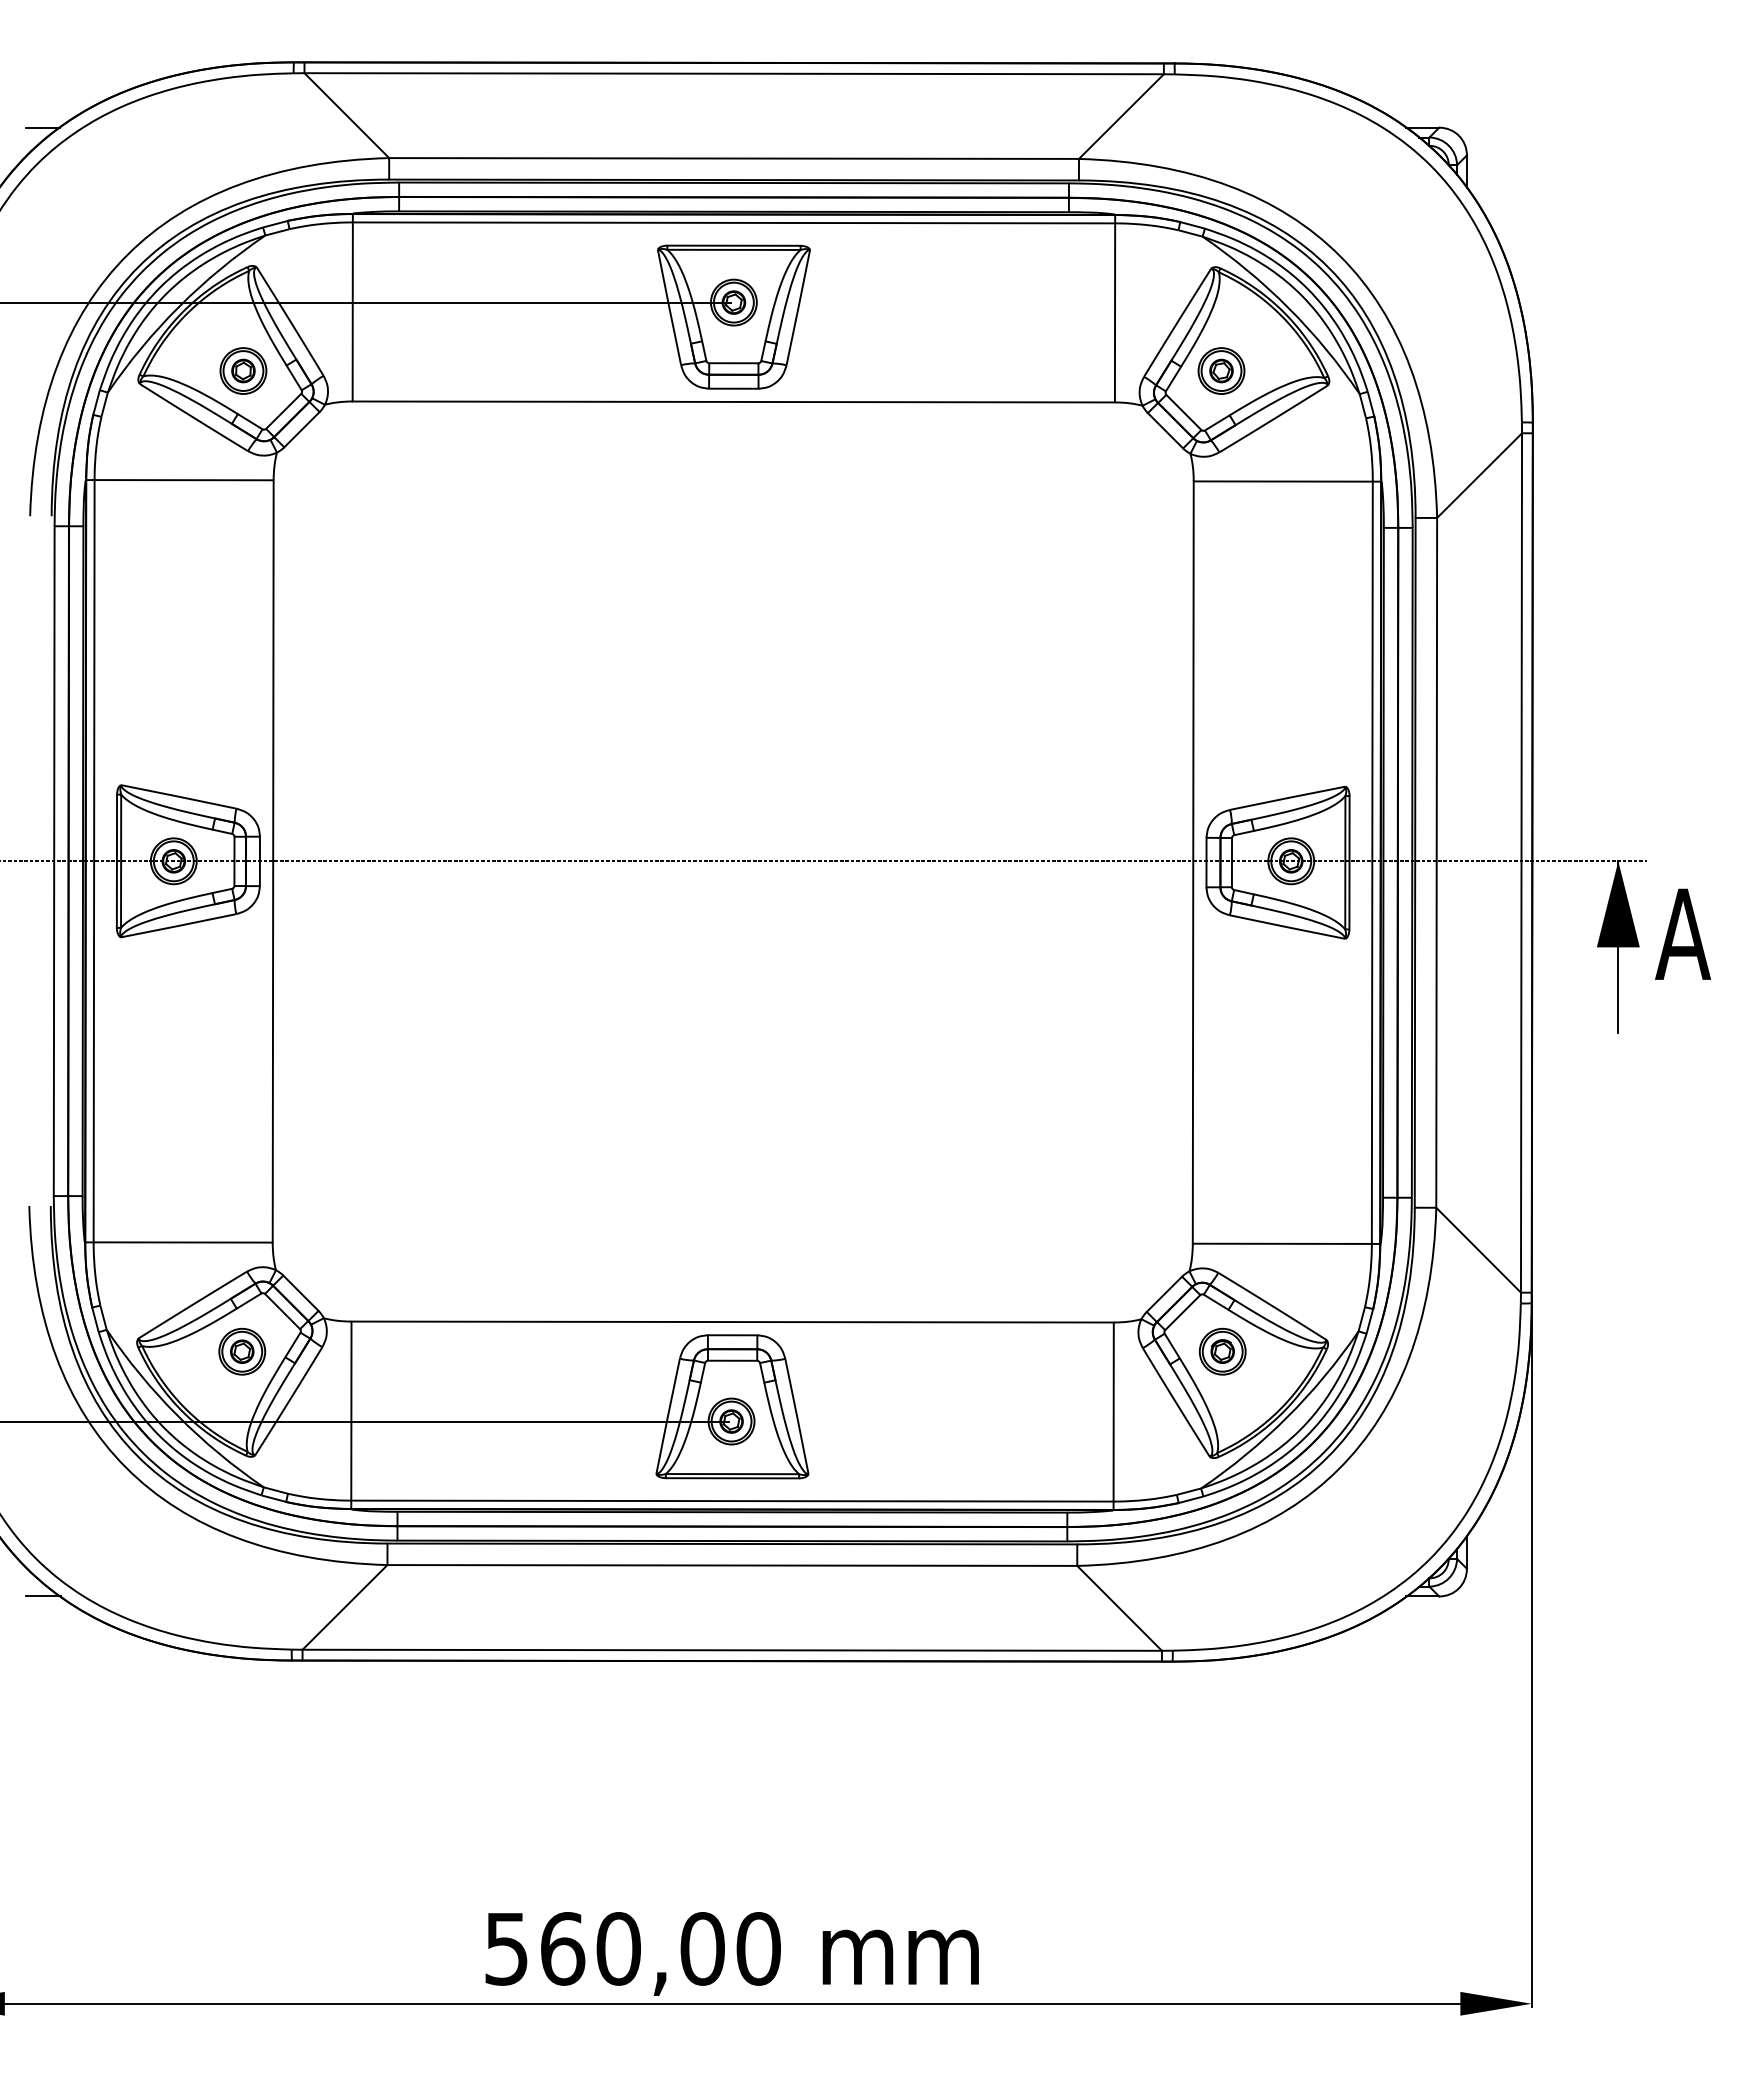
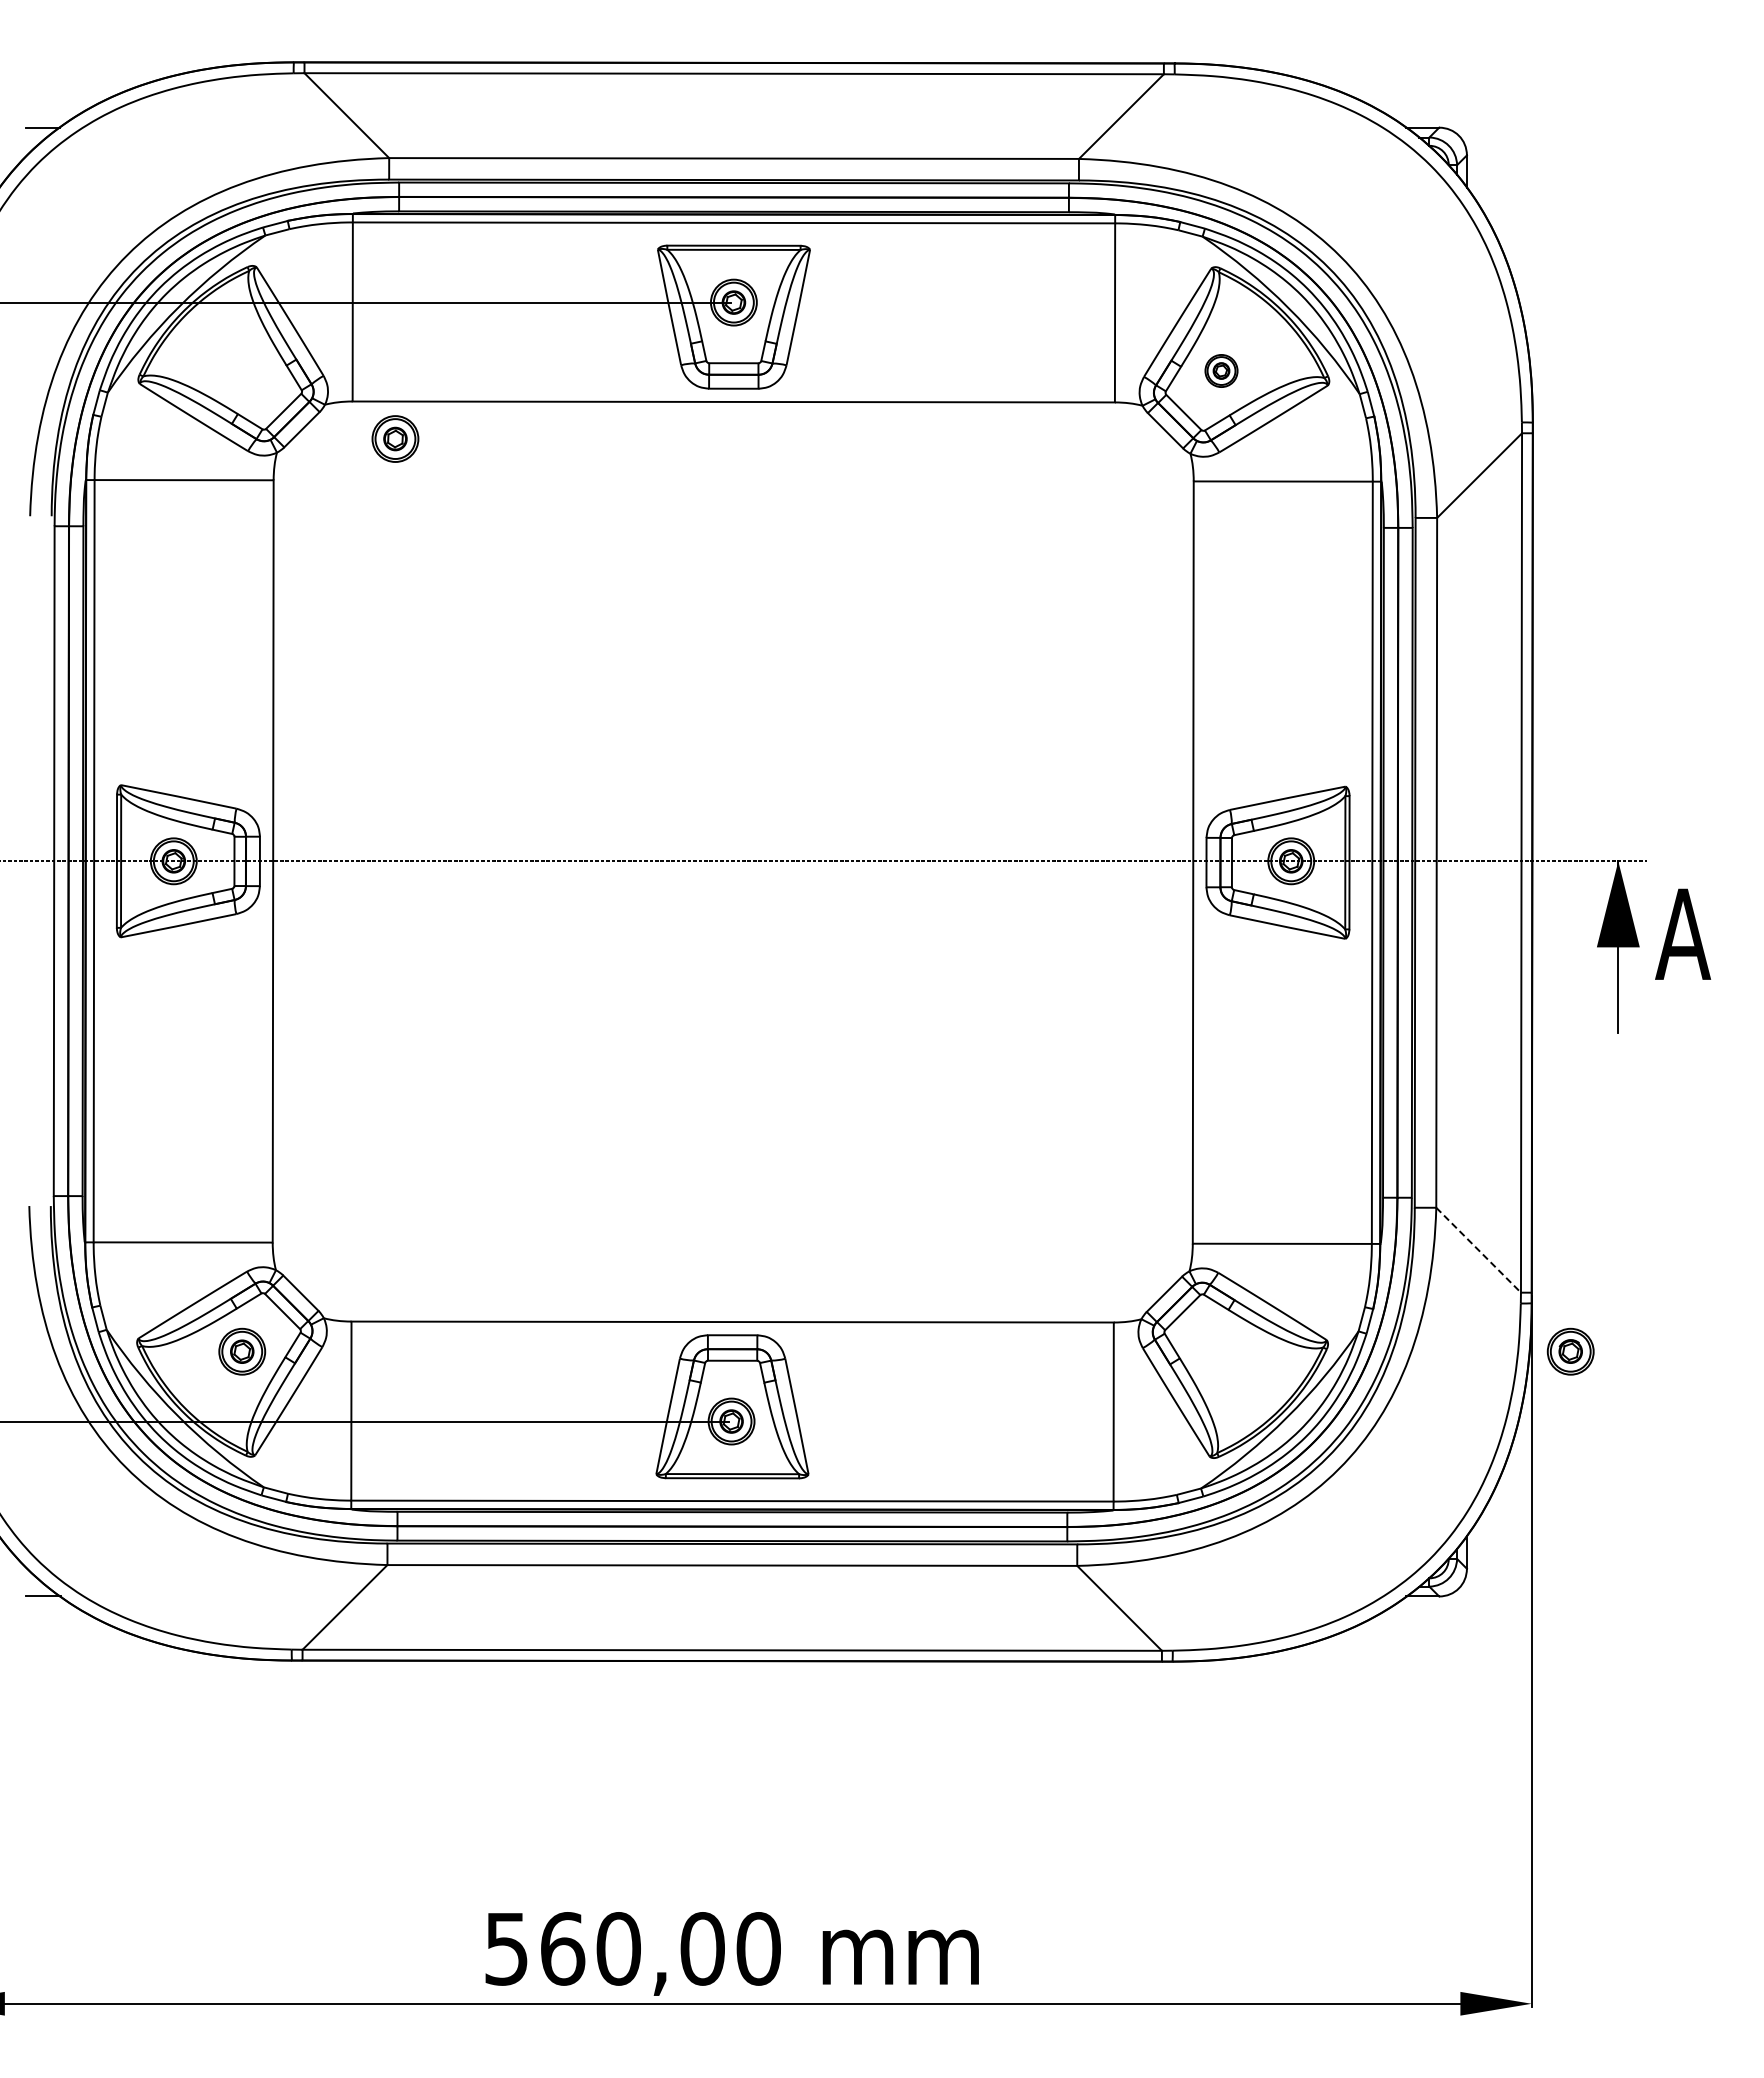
part at (243, 370) position: (243, 370) -> (395, 438)
part at (1221, 370) size: 49x48 px -> 35x34 px
line at (1478, 1250): solid -> dashed
part at (1222, 1351) position: (1222, 1351) -> (1570, 1351)
